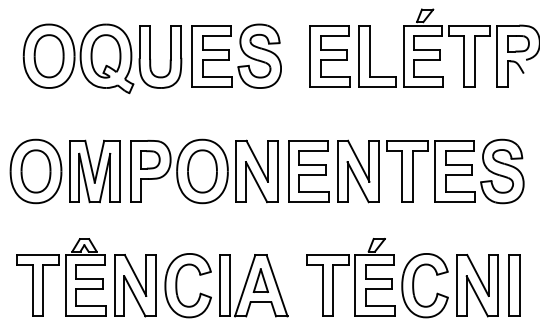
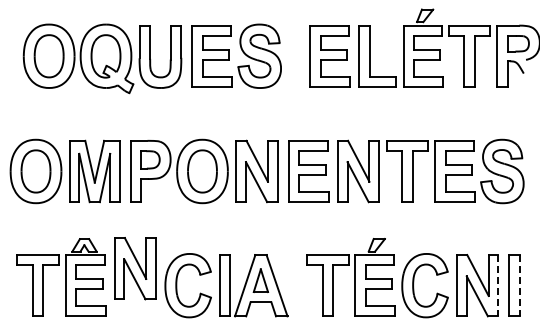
part at (135, 285) position: (135, 285) -> (135, 268)
line at (498, 285): solid -> dashed
line at (519, 285): solid -> dashed
